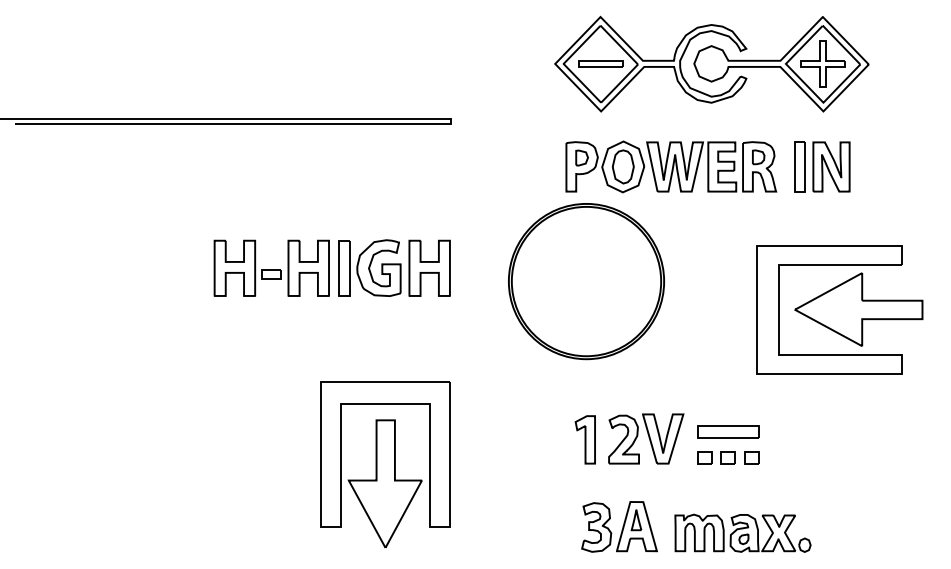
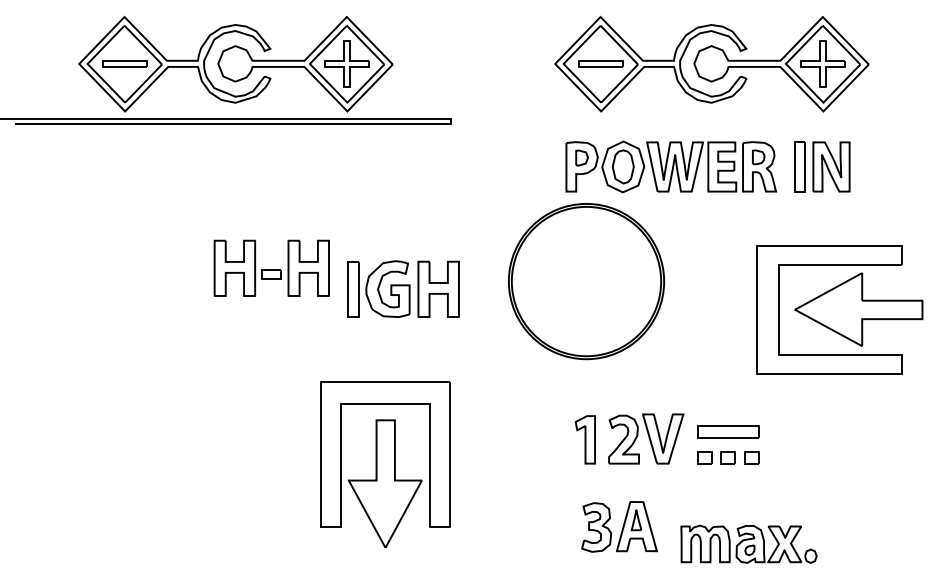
part at (235, 63): none -> present
part at (394, 267) position: (394, 267) -> (403, 288)
part at (742, 532) position: (742, 532) -> (748, 543)
